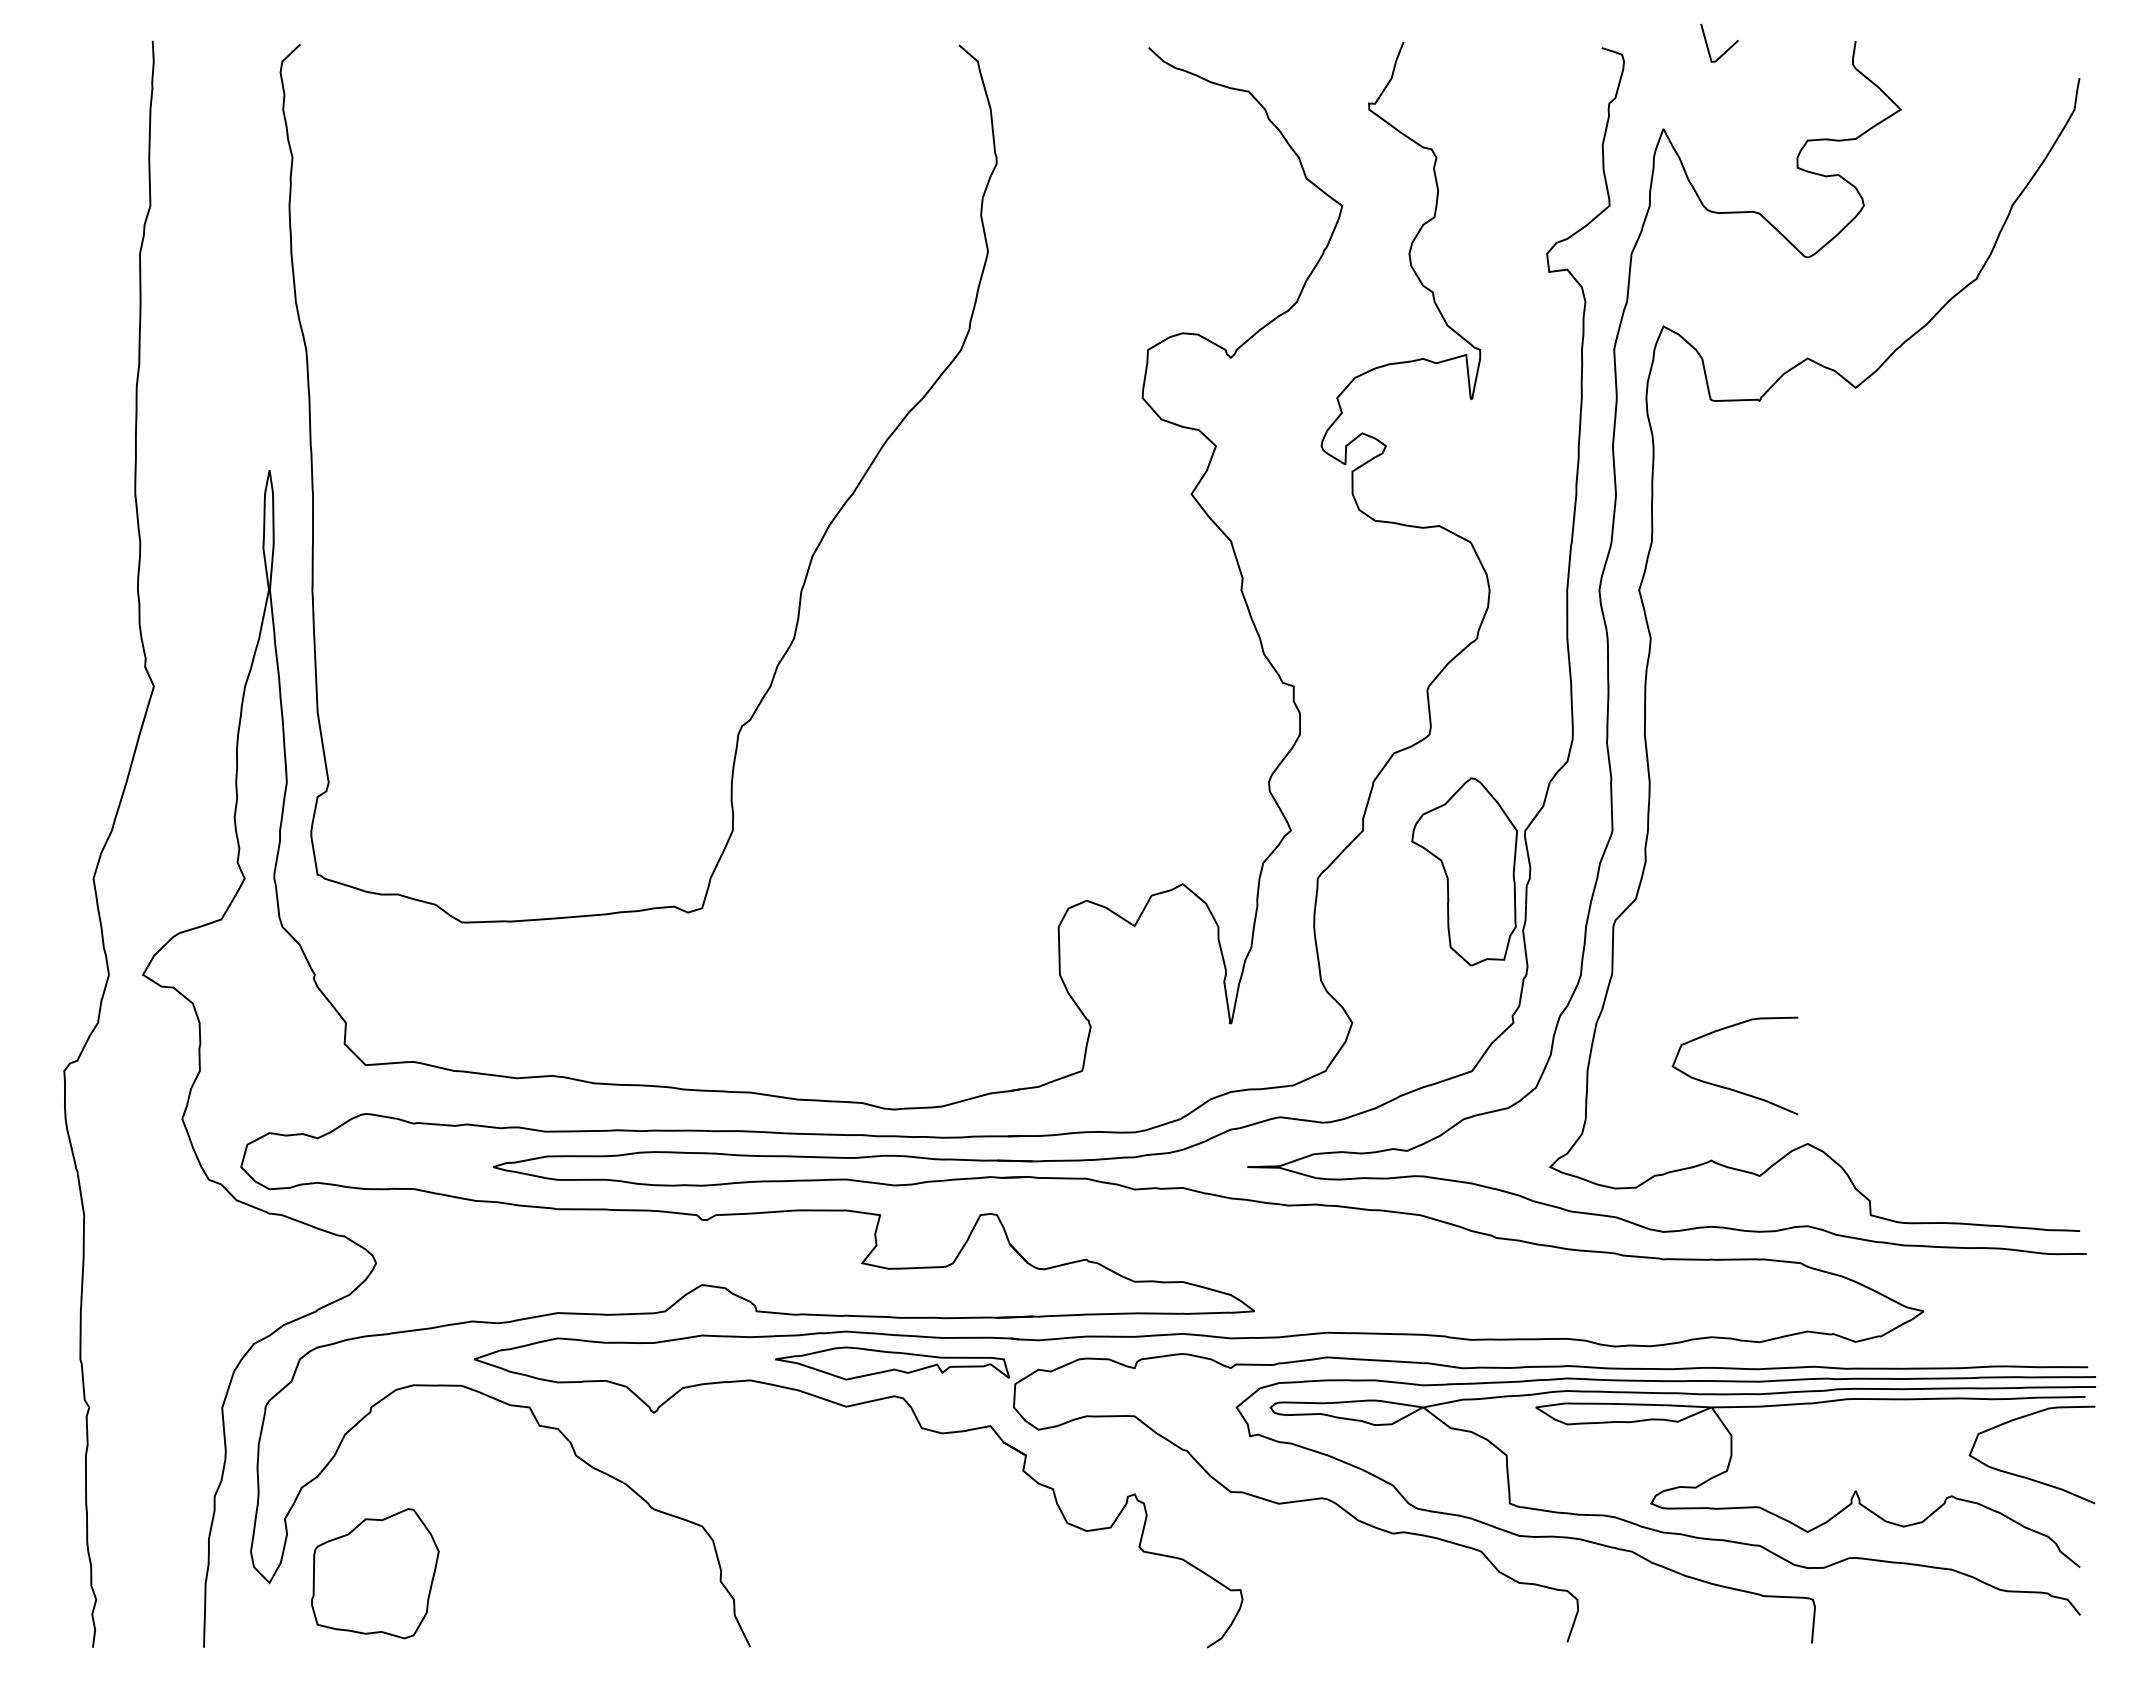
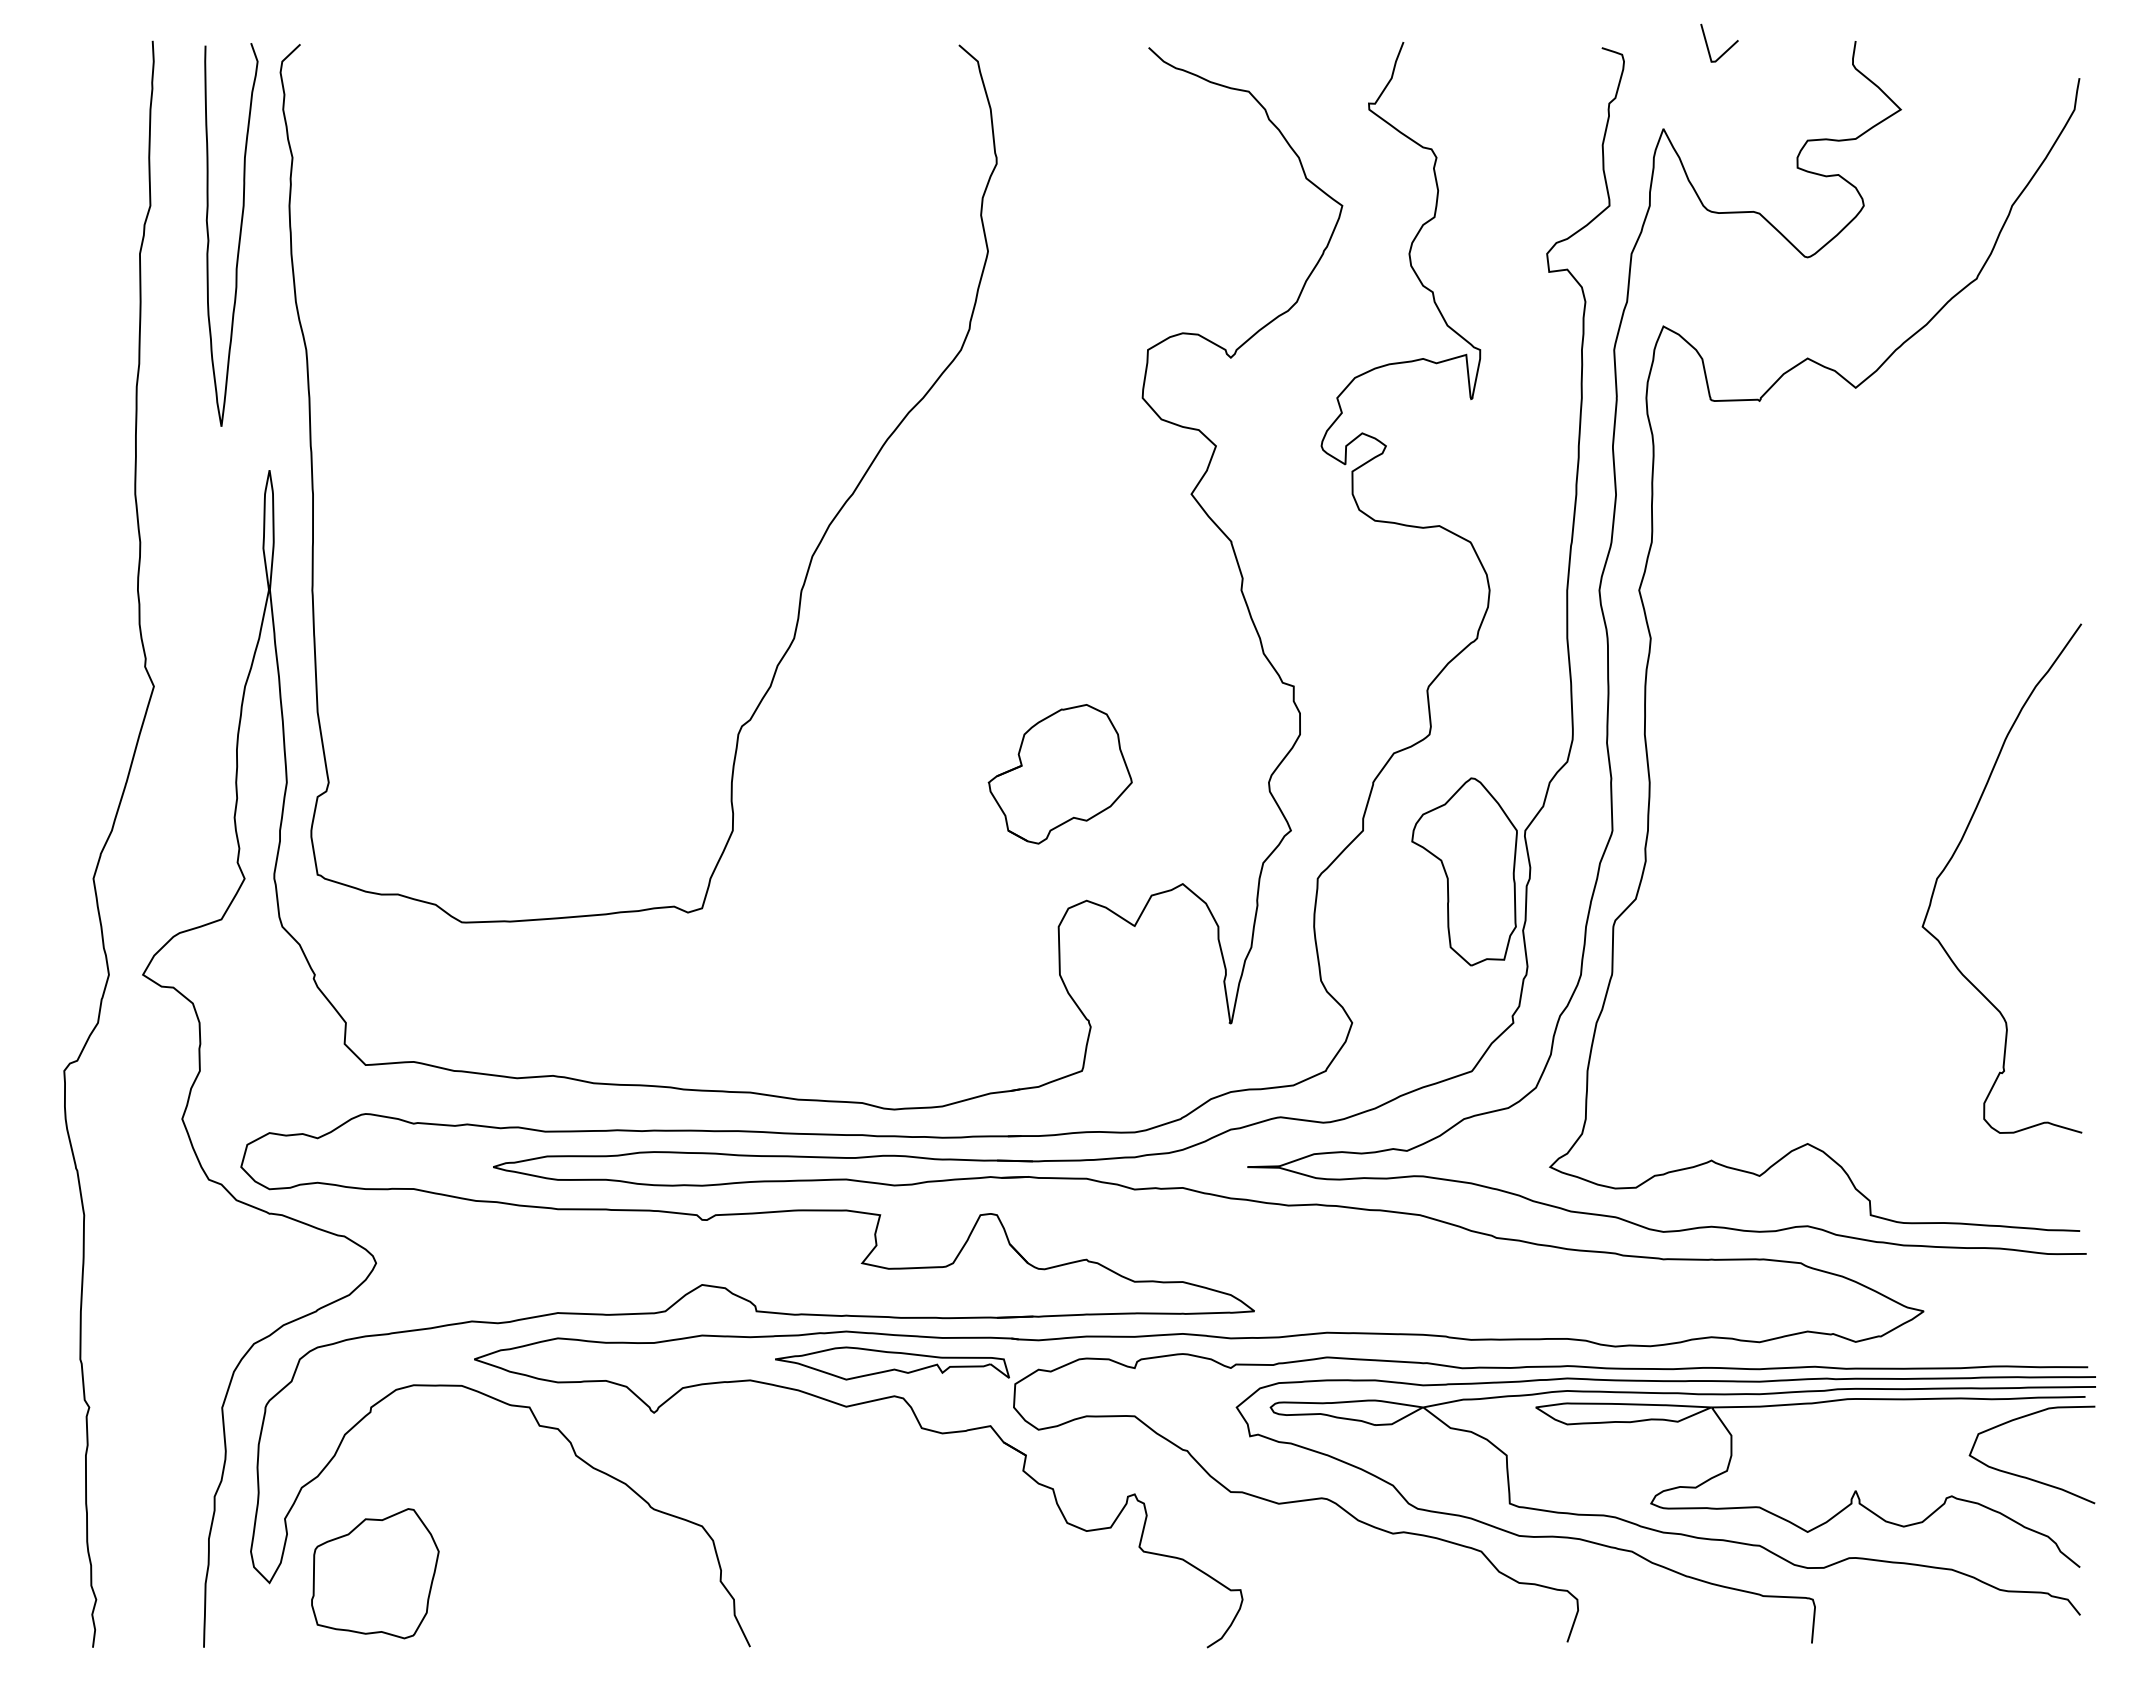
curve at (239, 234): none -> present
part at (1059, 774): none -> present
curve at (1955, 853): none -> present
curve at (1728, 1087): present -> none
